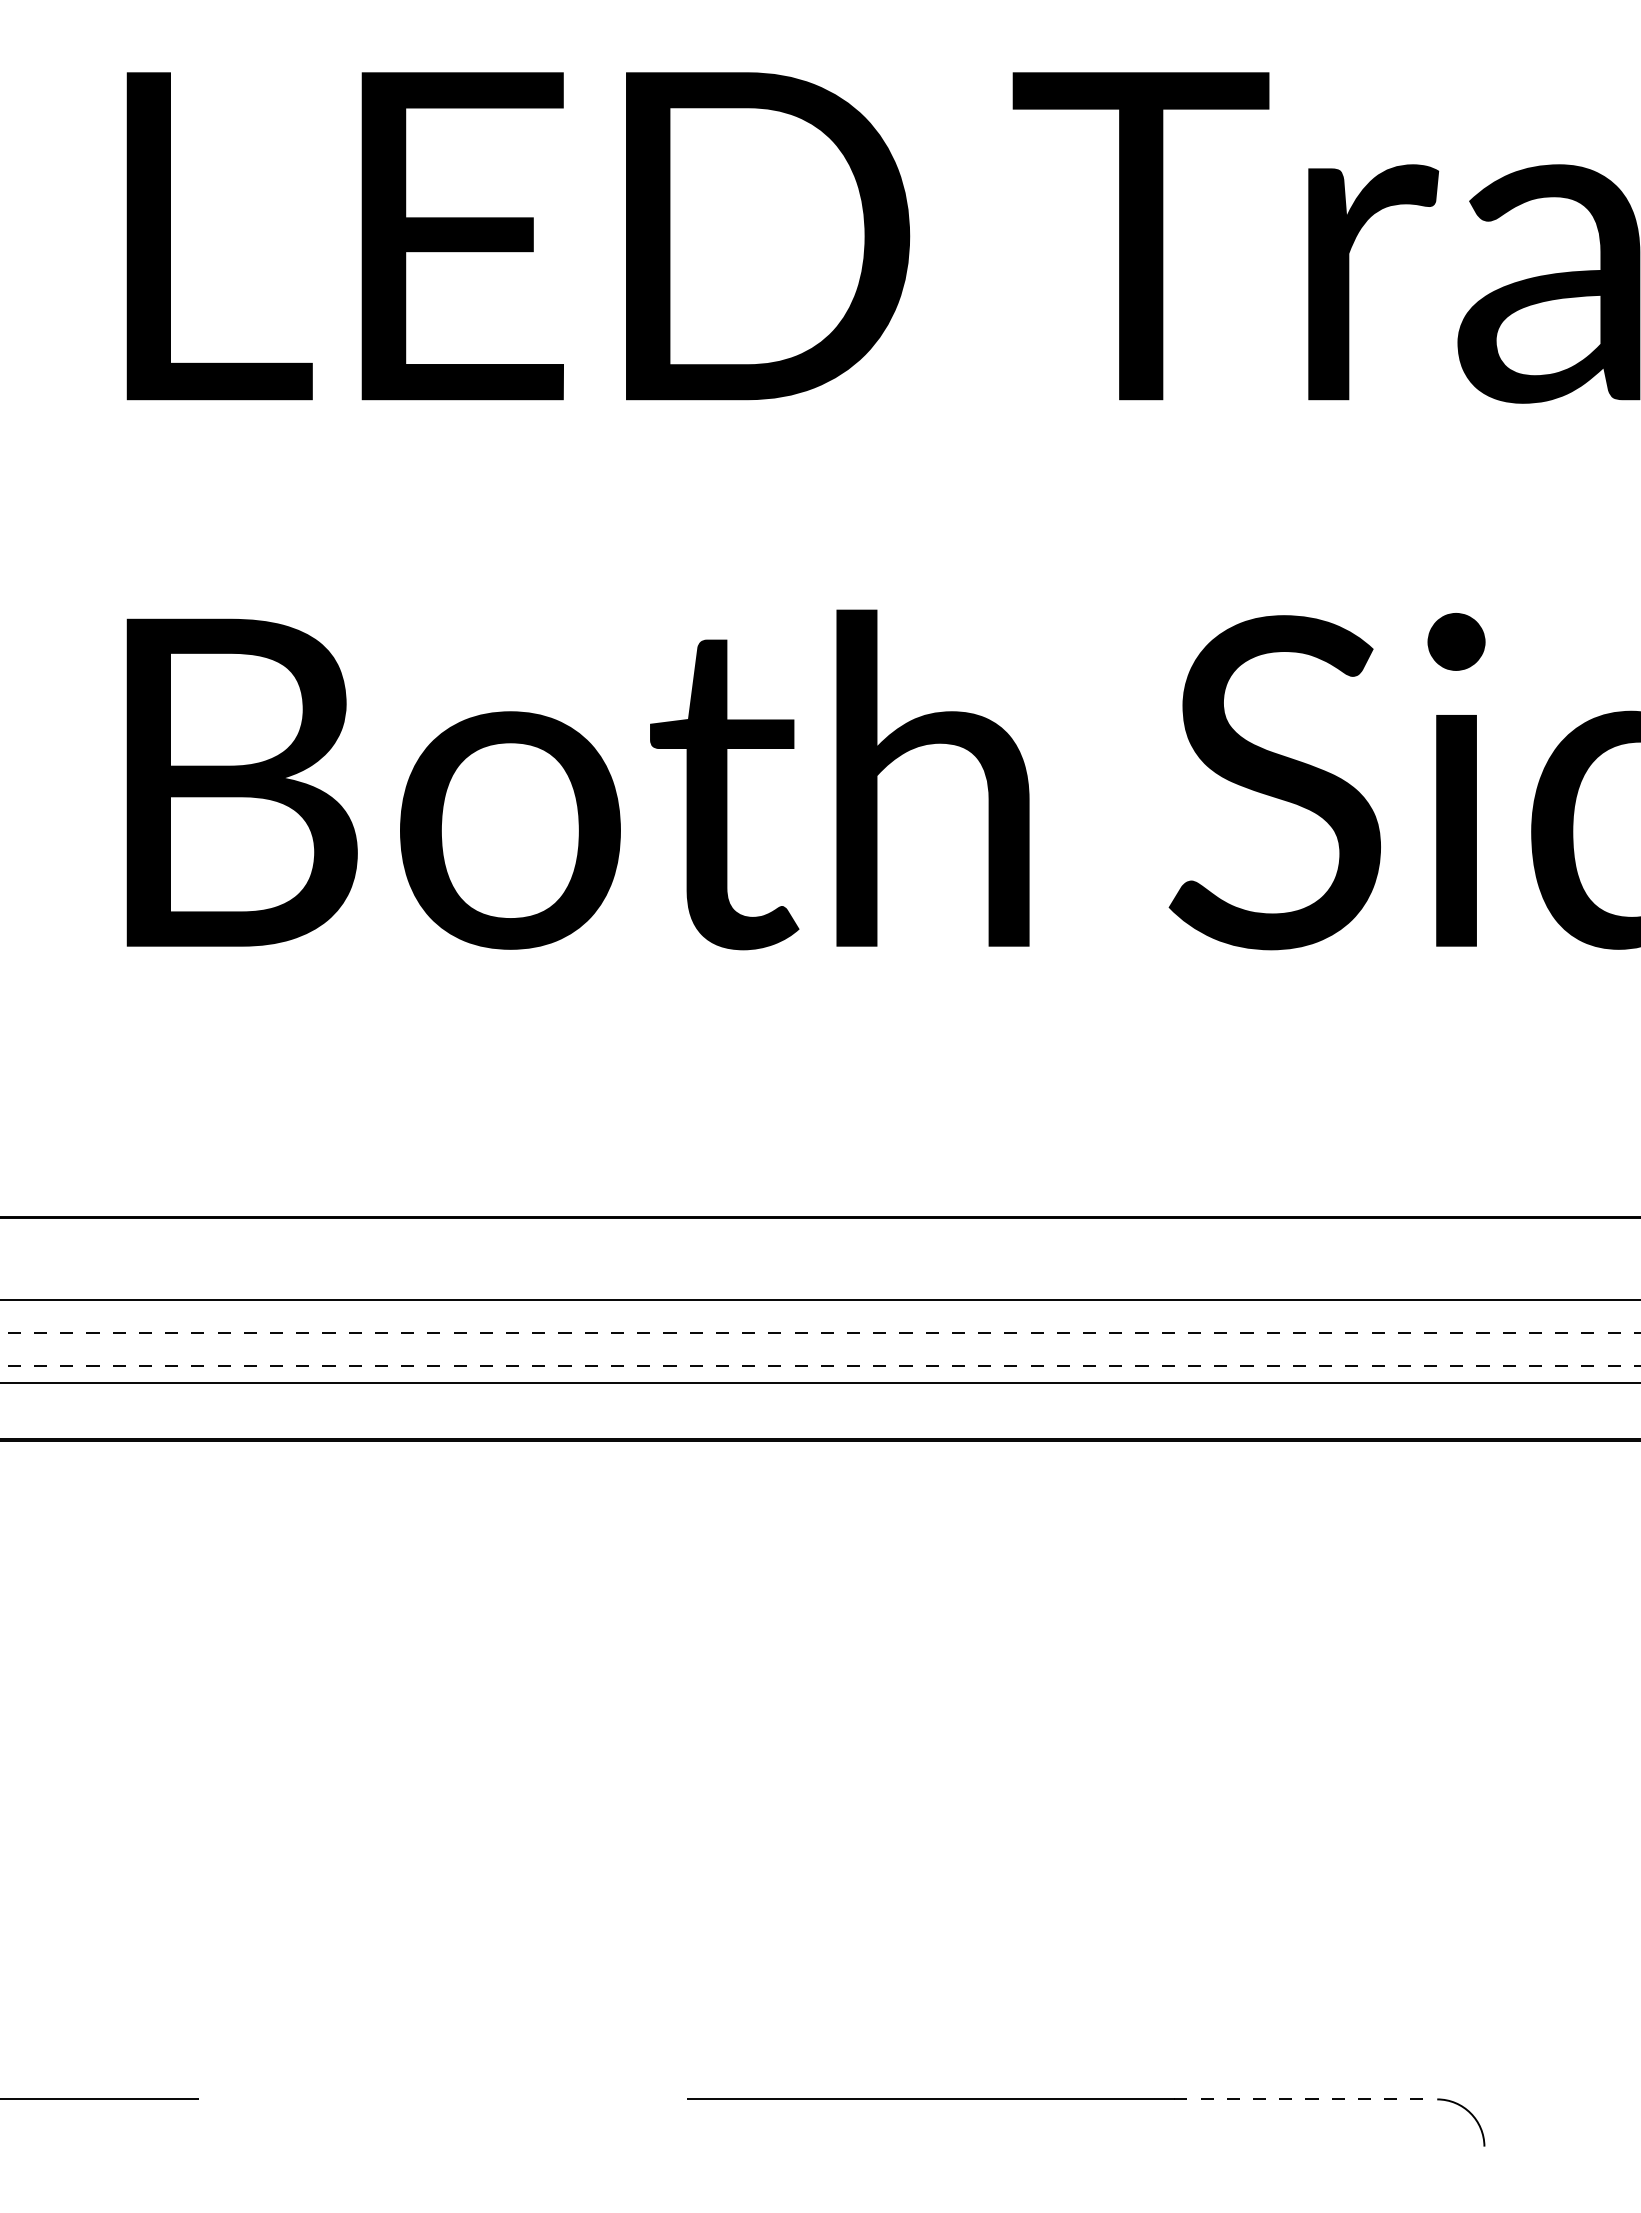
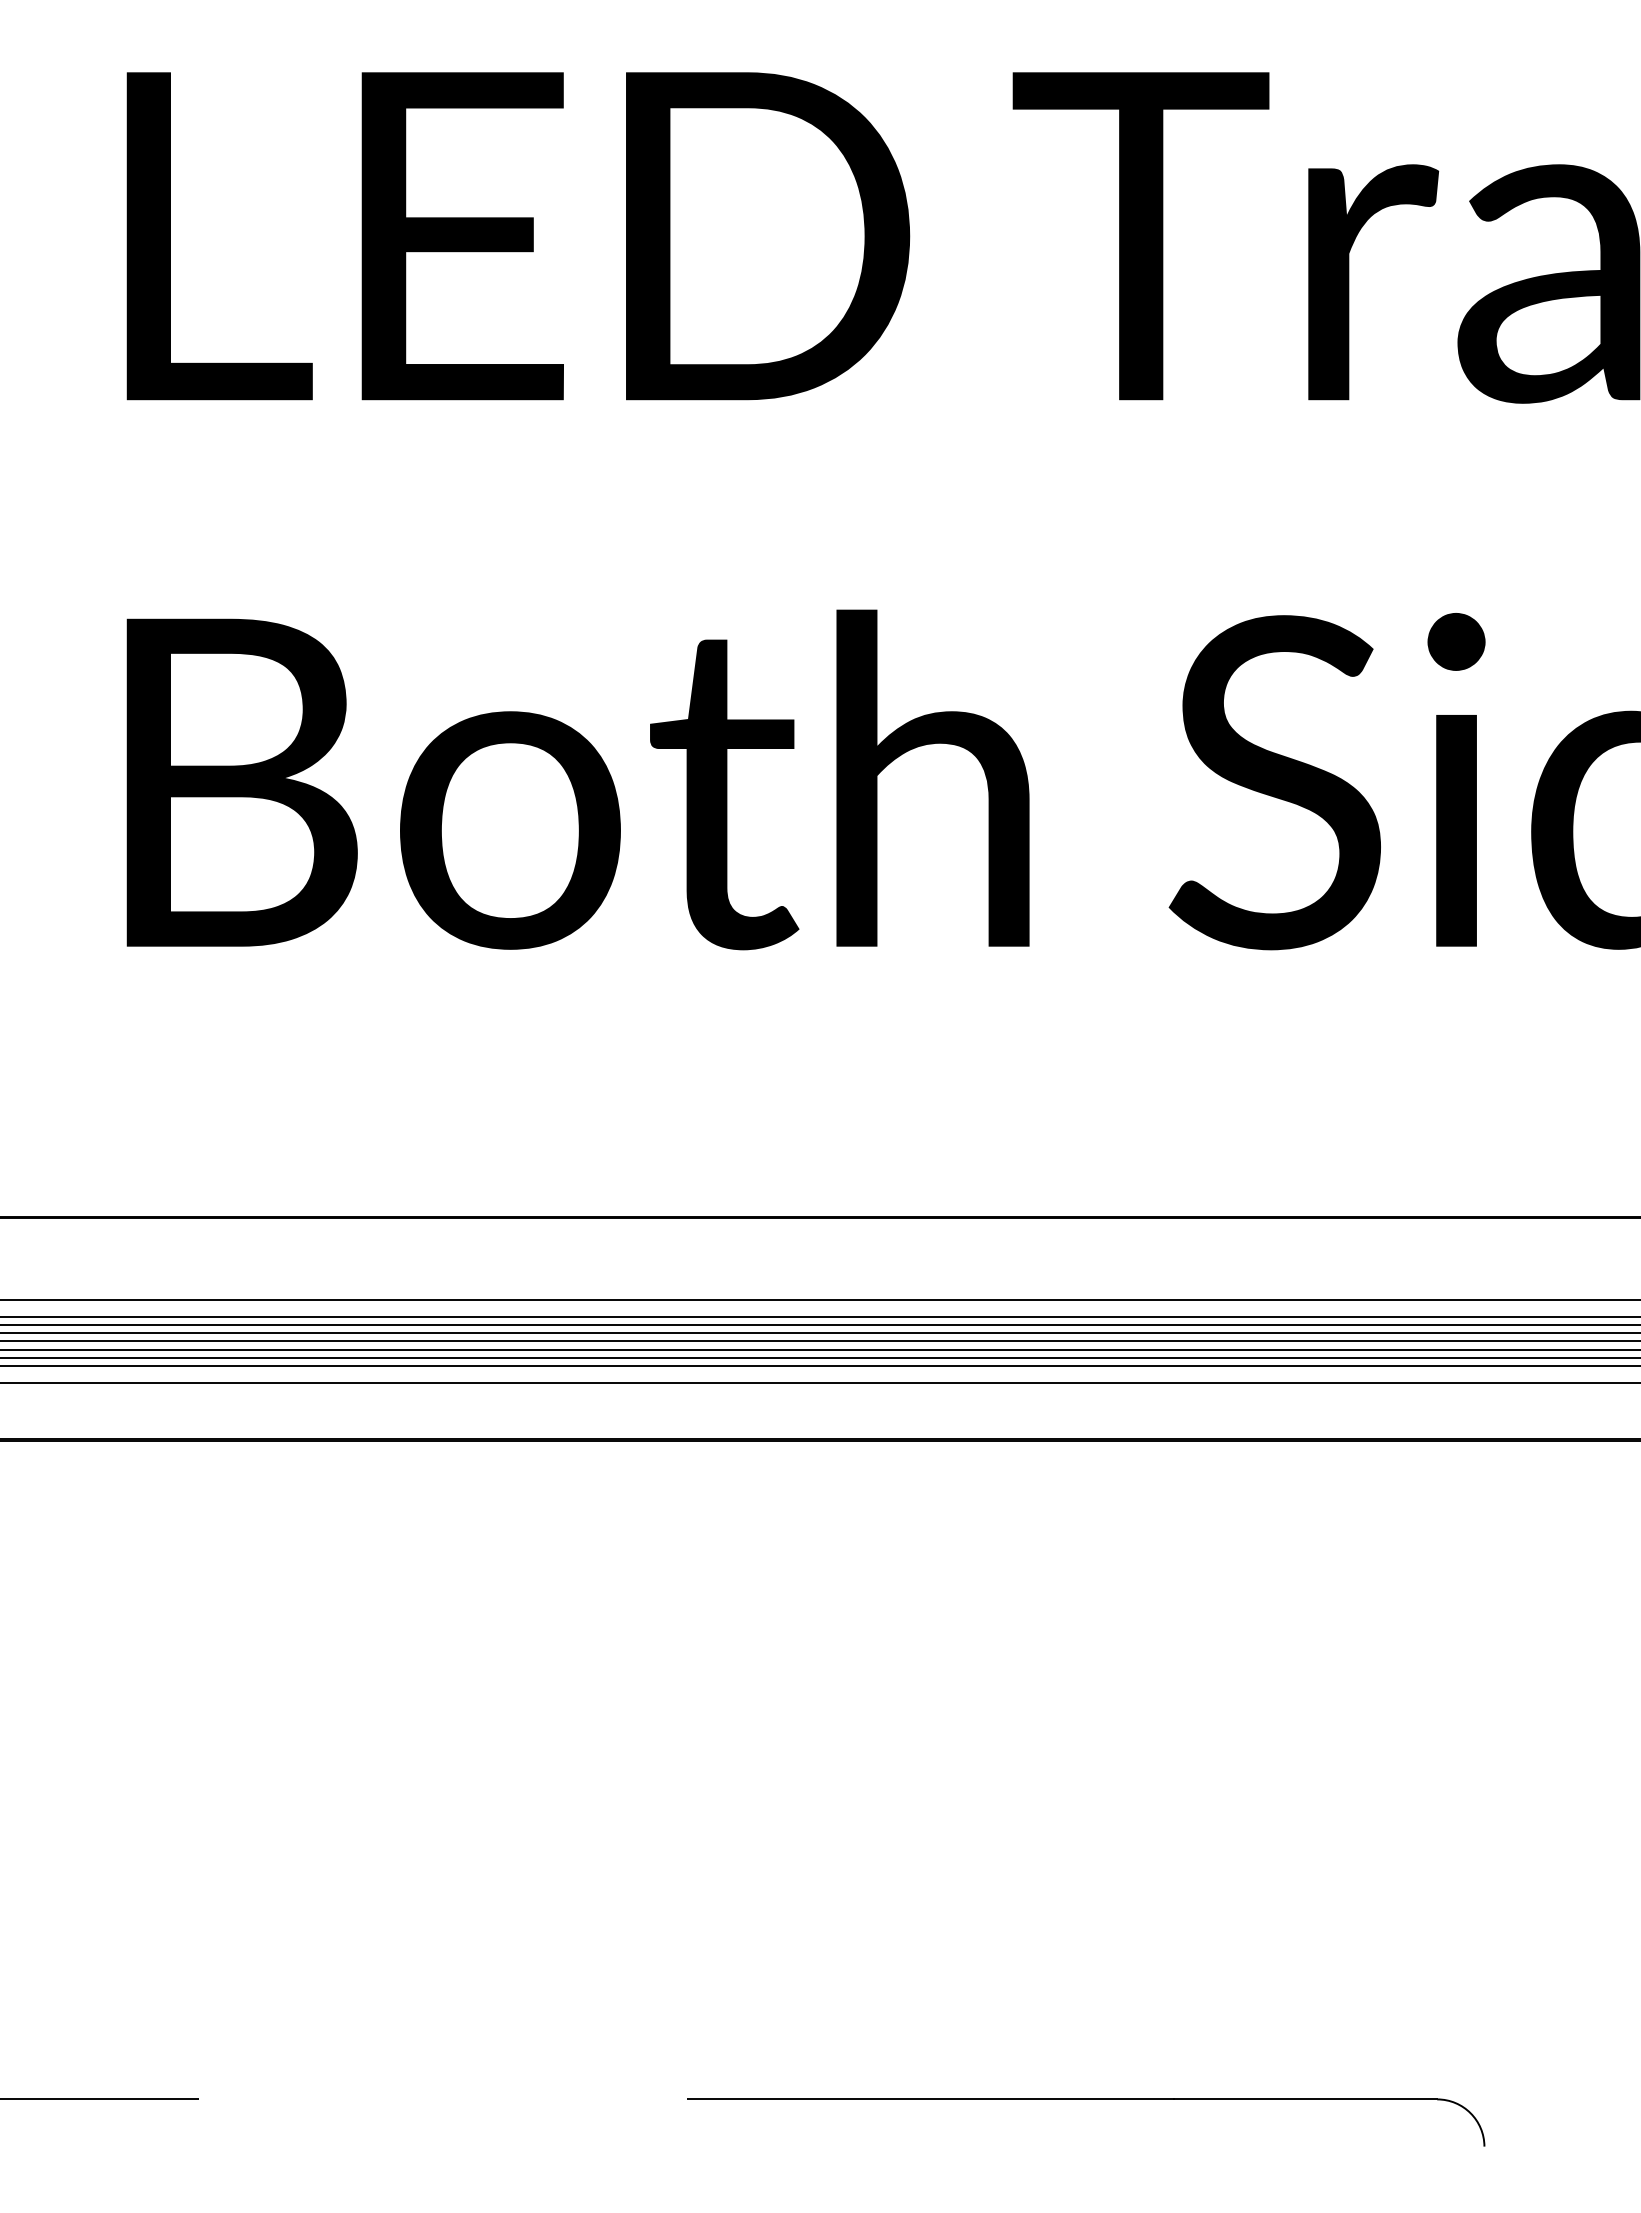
line at (819, 1316): none -> present
line at (819, 1324): none -> present
line at (820, 1333): dashed -> solid
line at (819, 1341): none -> present
line at (819, 1349): none -> present
line at (819, 1357): none -> present
line at (820, 1365): dashed -> solid
line at (1306, 2099): dashed -> solid
